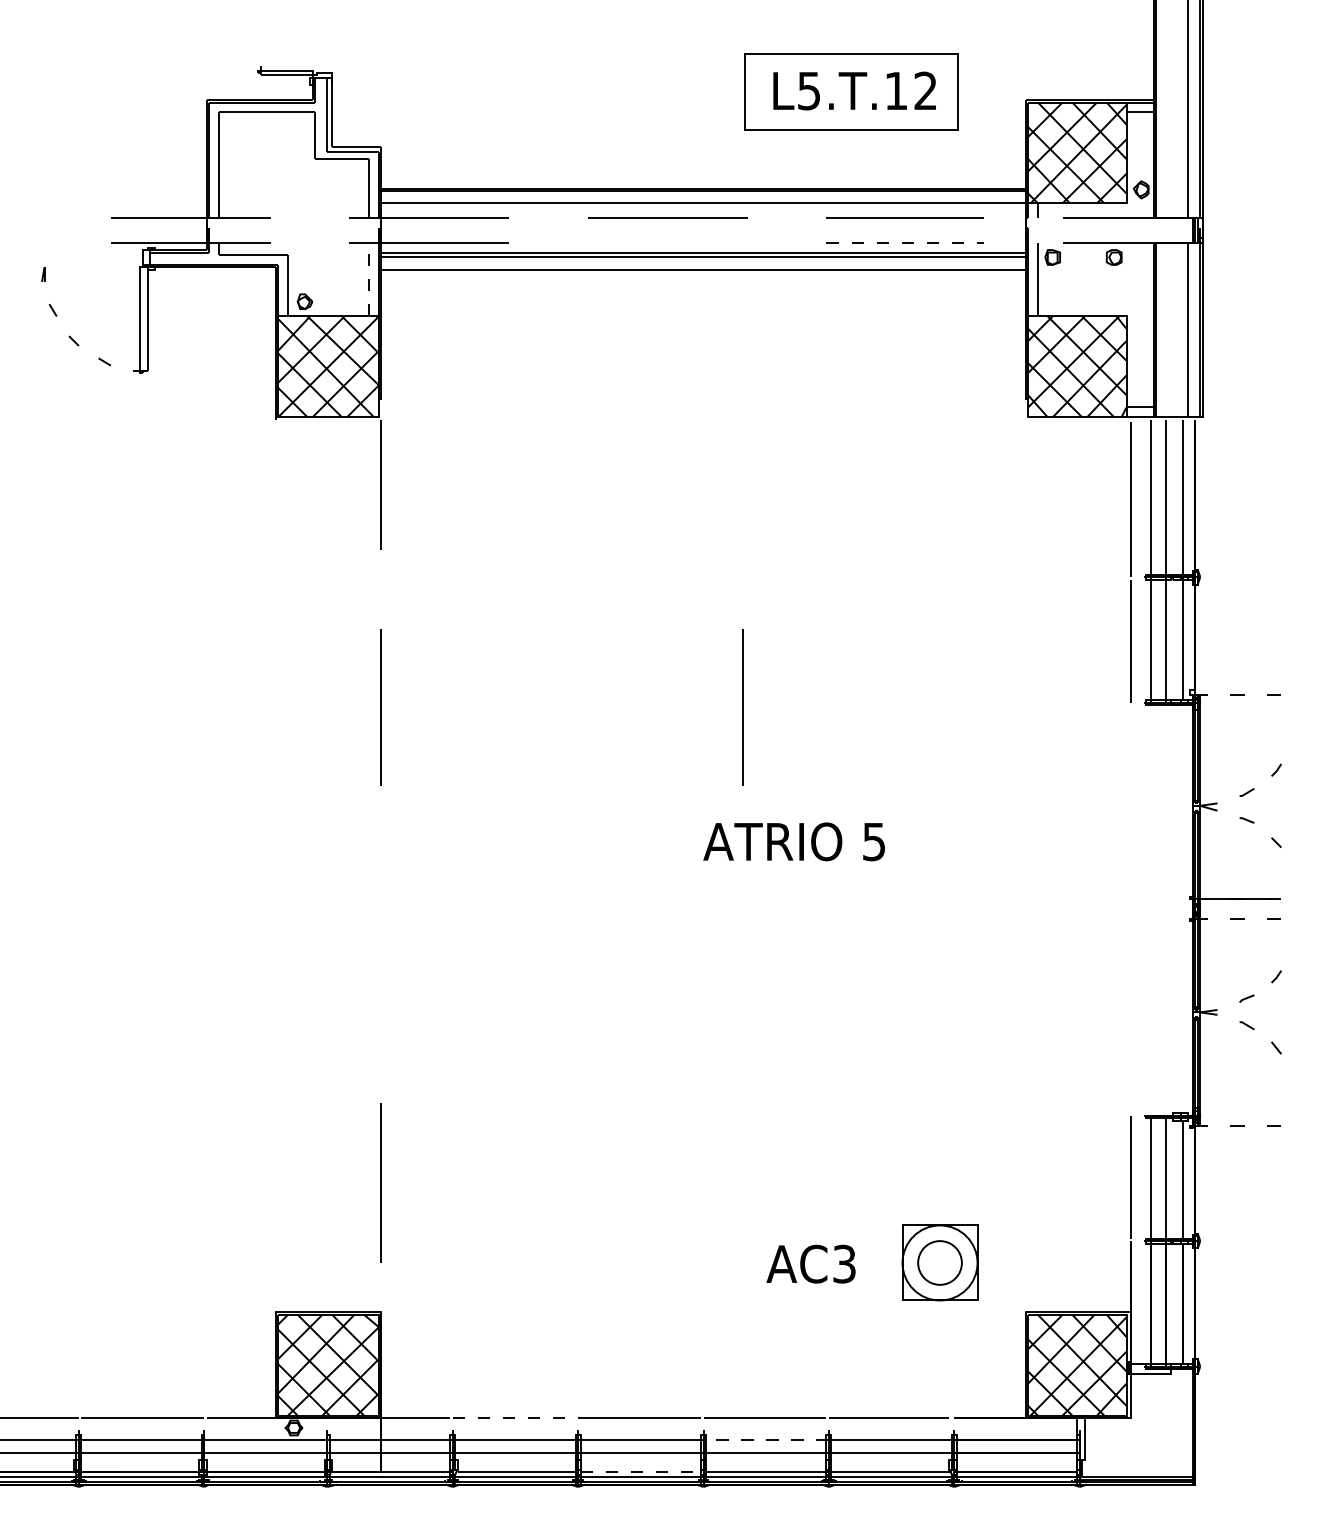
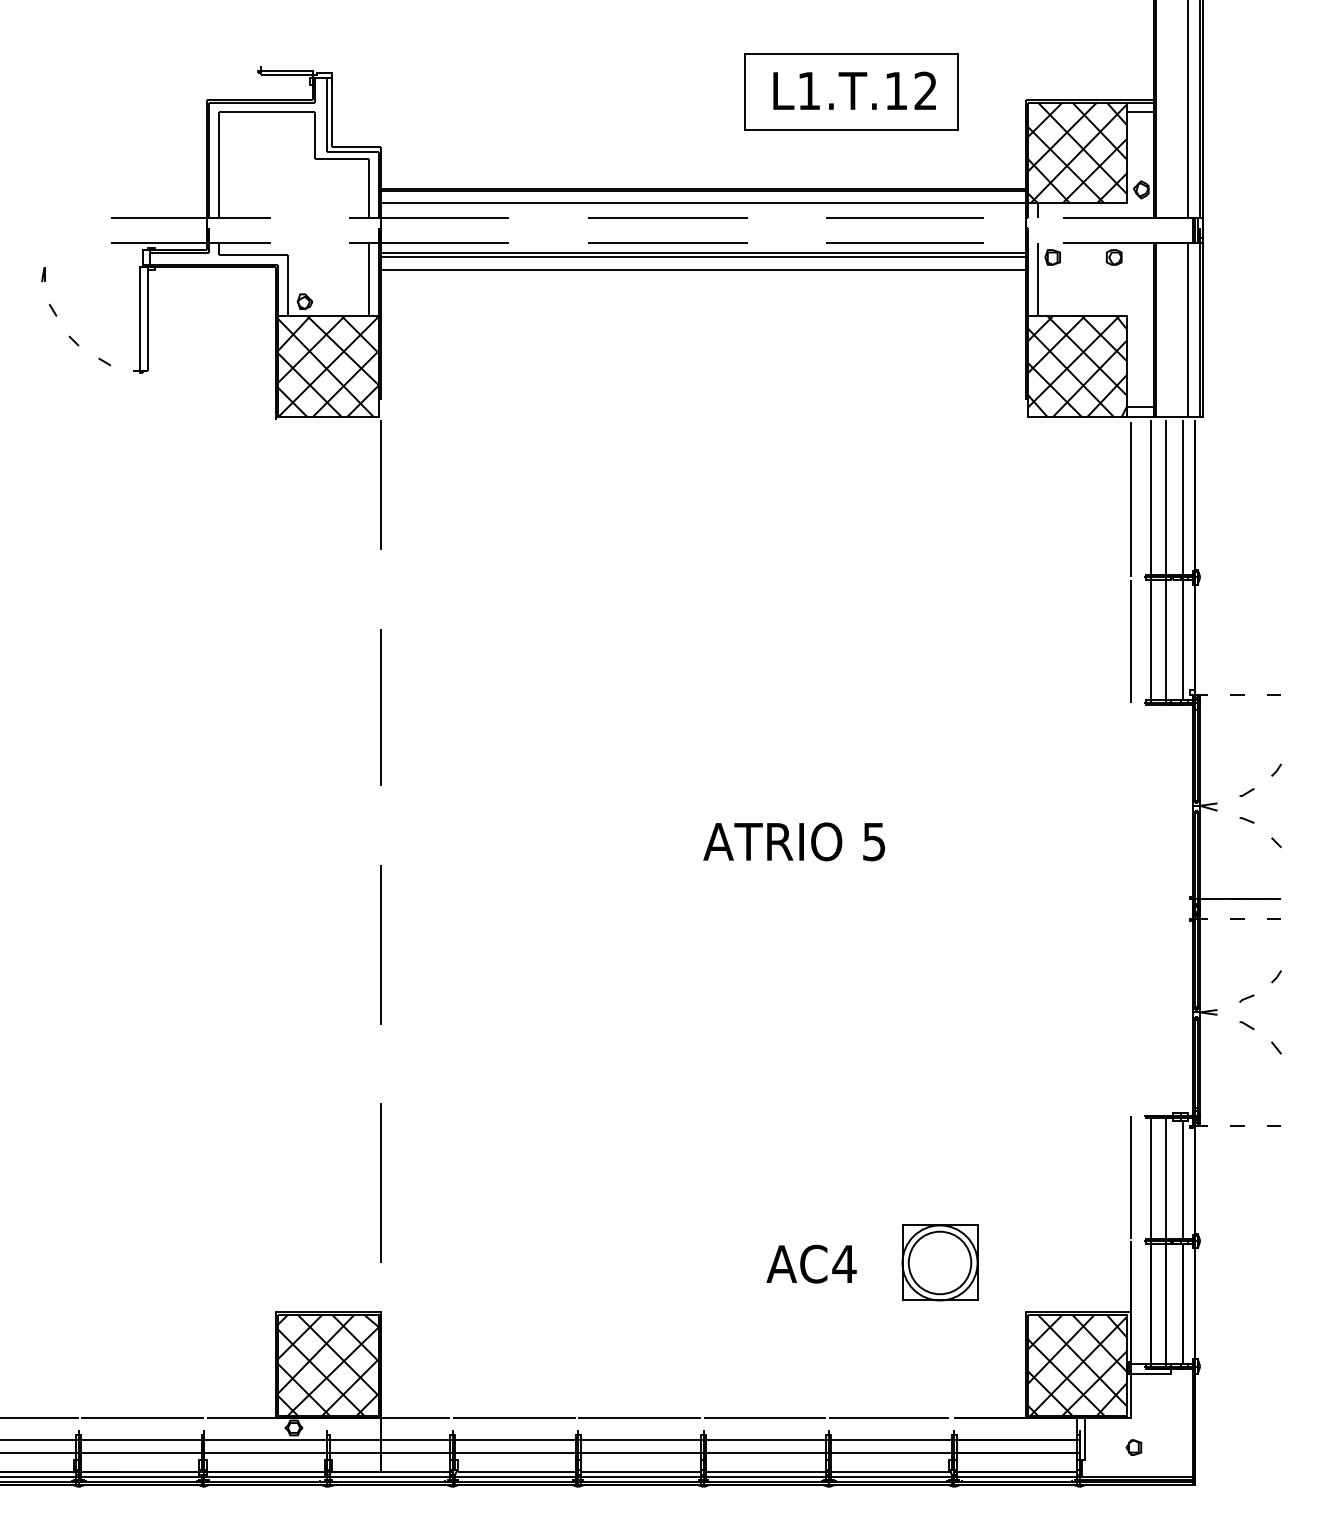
text at (808, 91): L5.T.12 -> L1.T.12
line at (667, 242): none -> present
line at (905, 242): dashed -> solid
line at (369, 279): dashed -> solid
line at (742, 707): present -> none
line at (380, 944): none -> present
circle at (939, 1262) diameter: 44 px -> 63 px
text at (844, 1263): AC3 -> AC4
line at (514, 1418): dashed -> solid
line at (765, 1440): dashed -> solid
part at (1133, 1447): none -> present
line at (641, 1472): dashed -> solid
